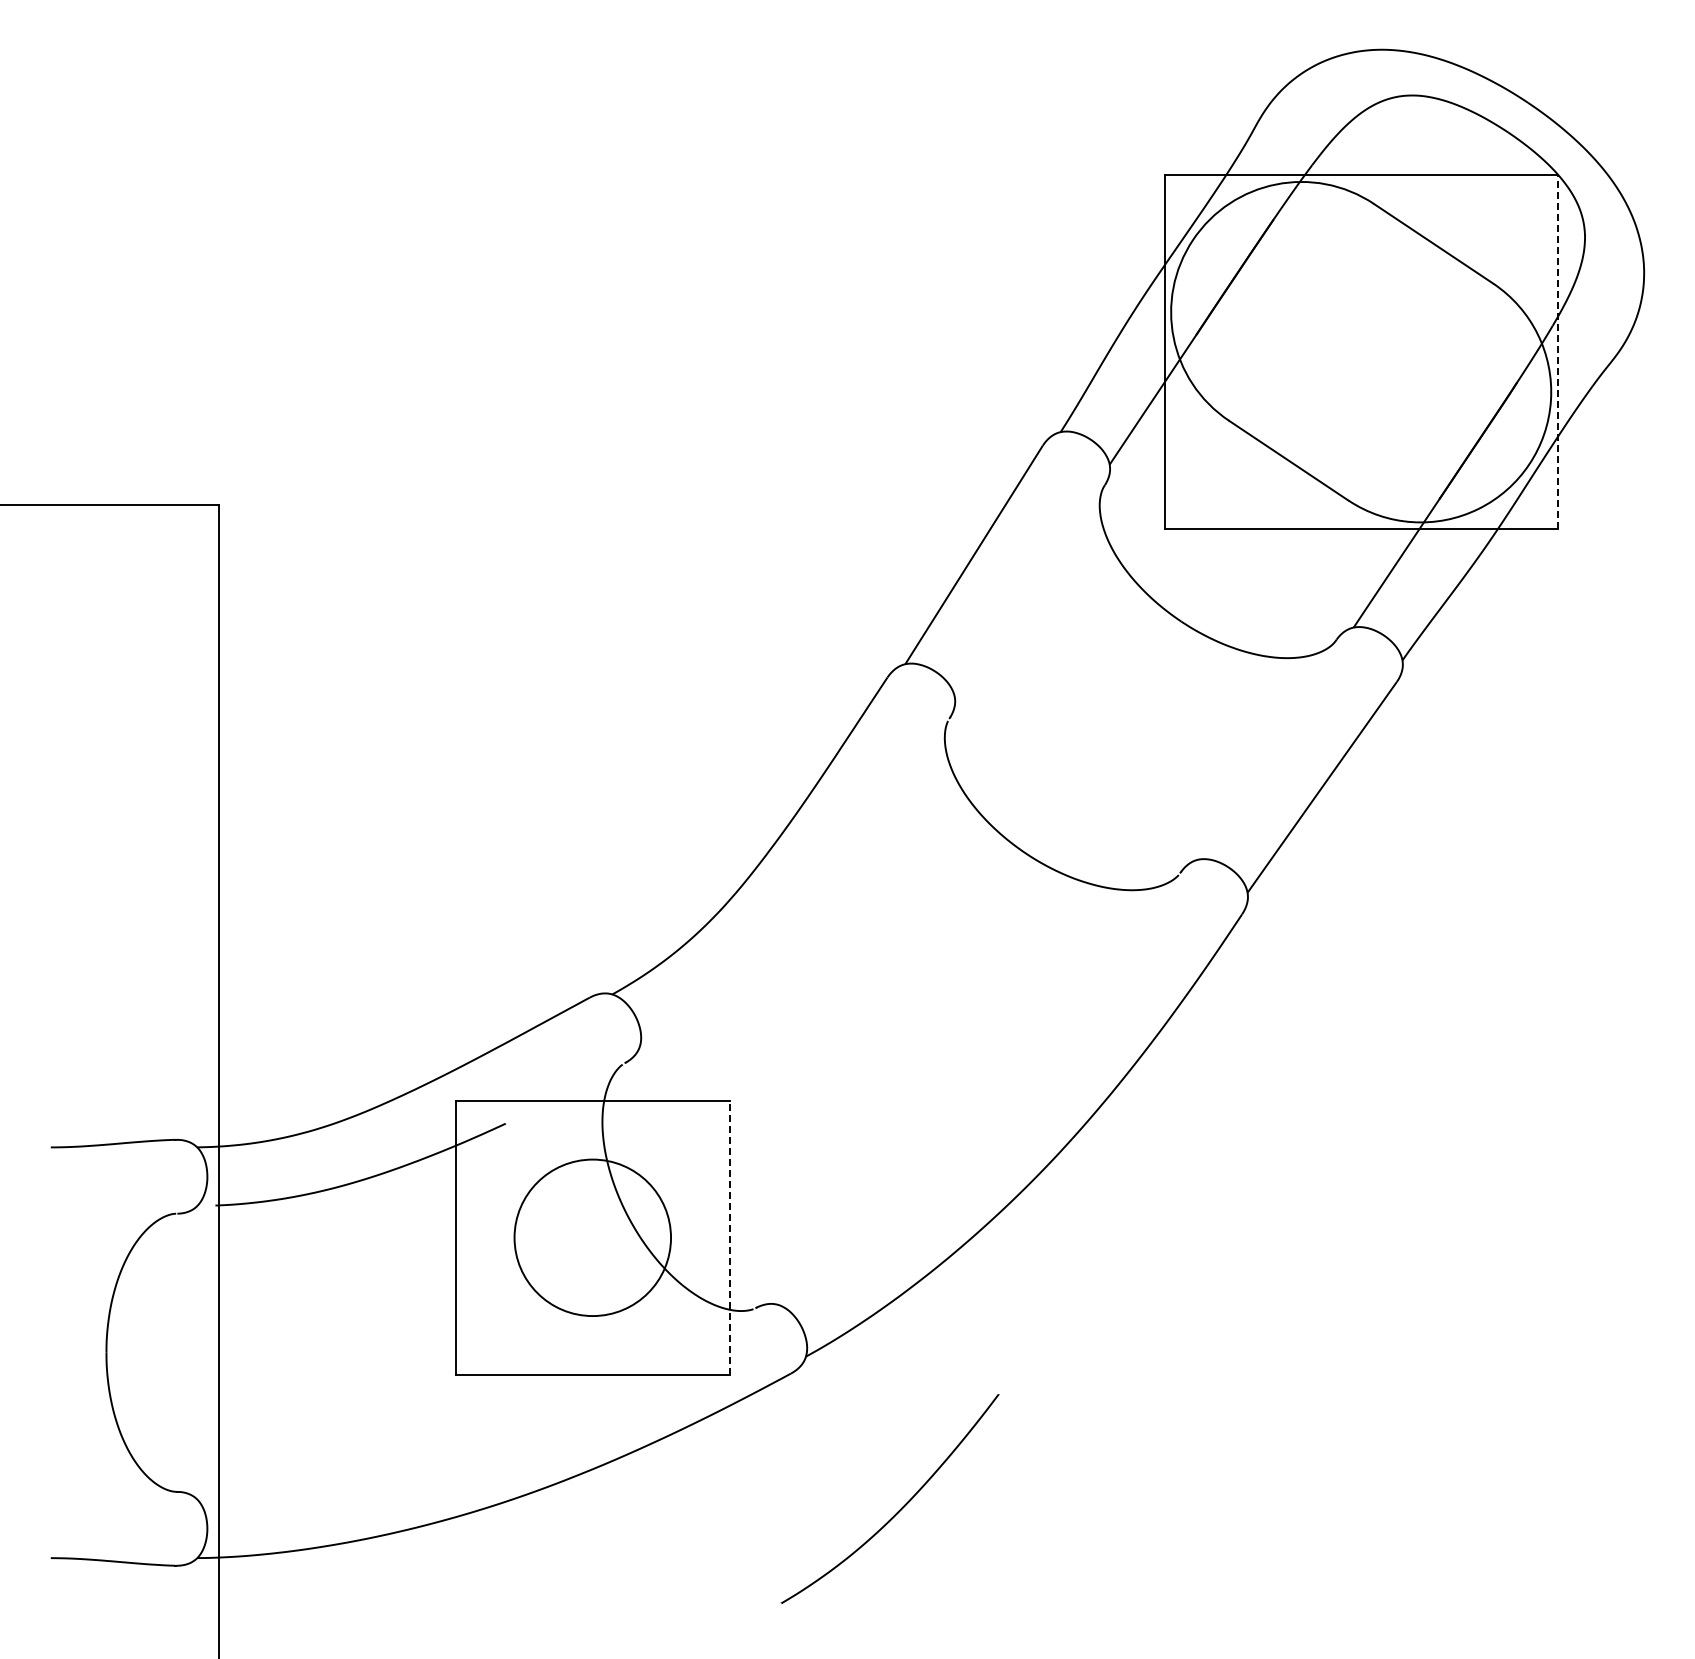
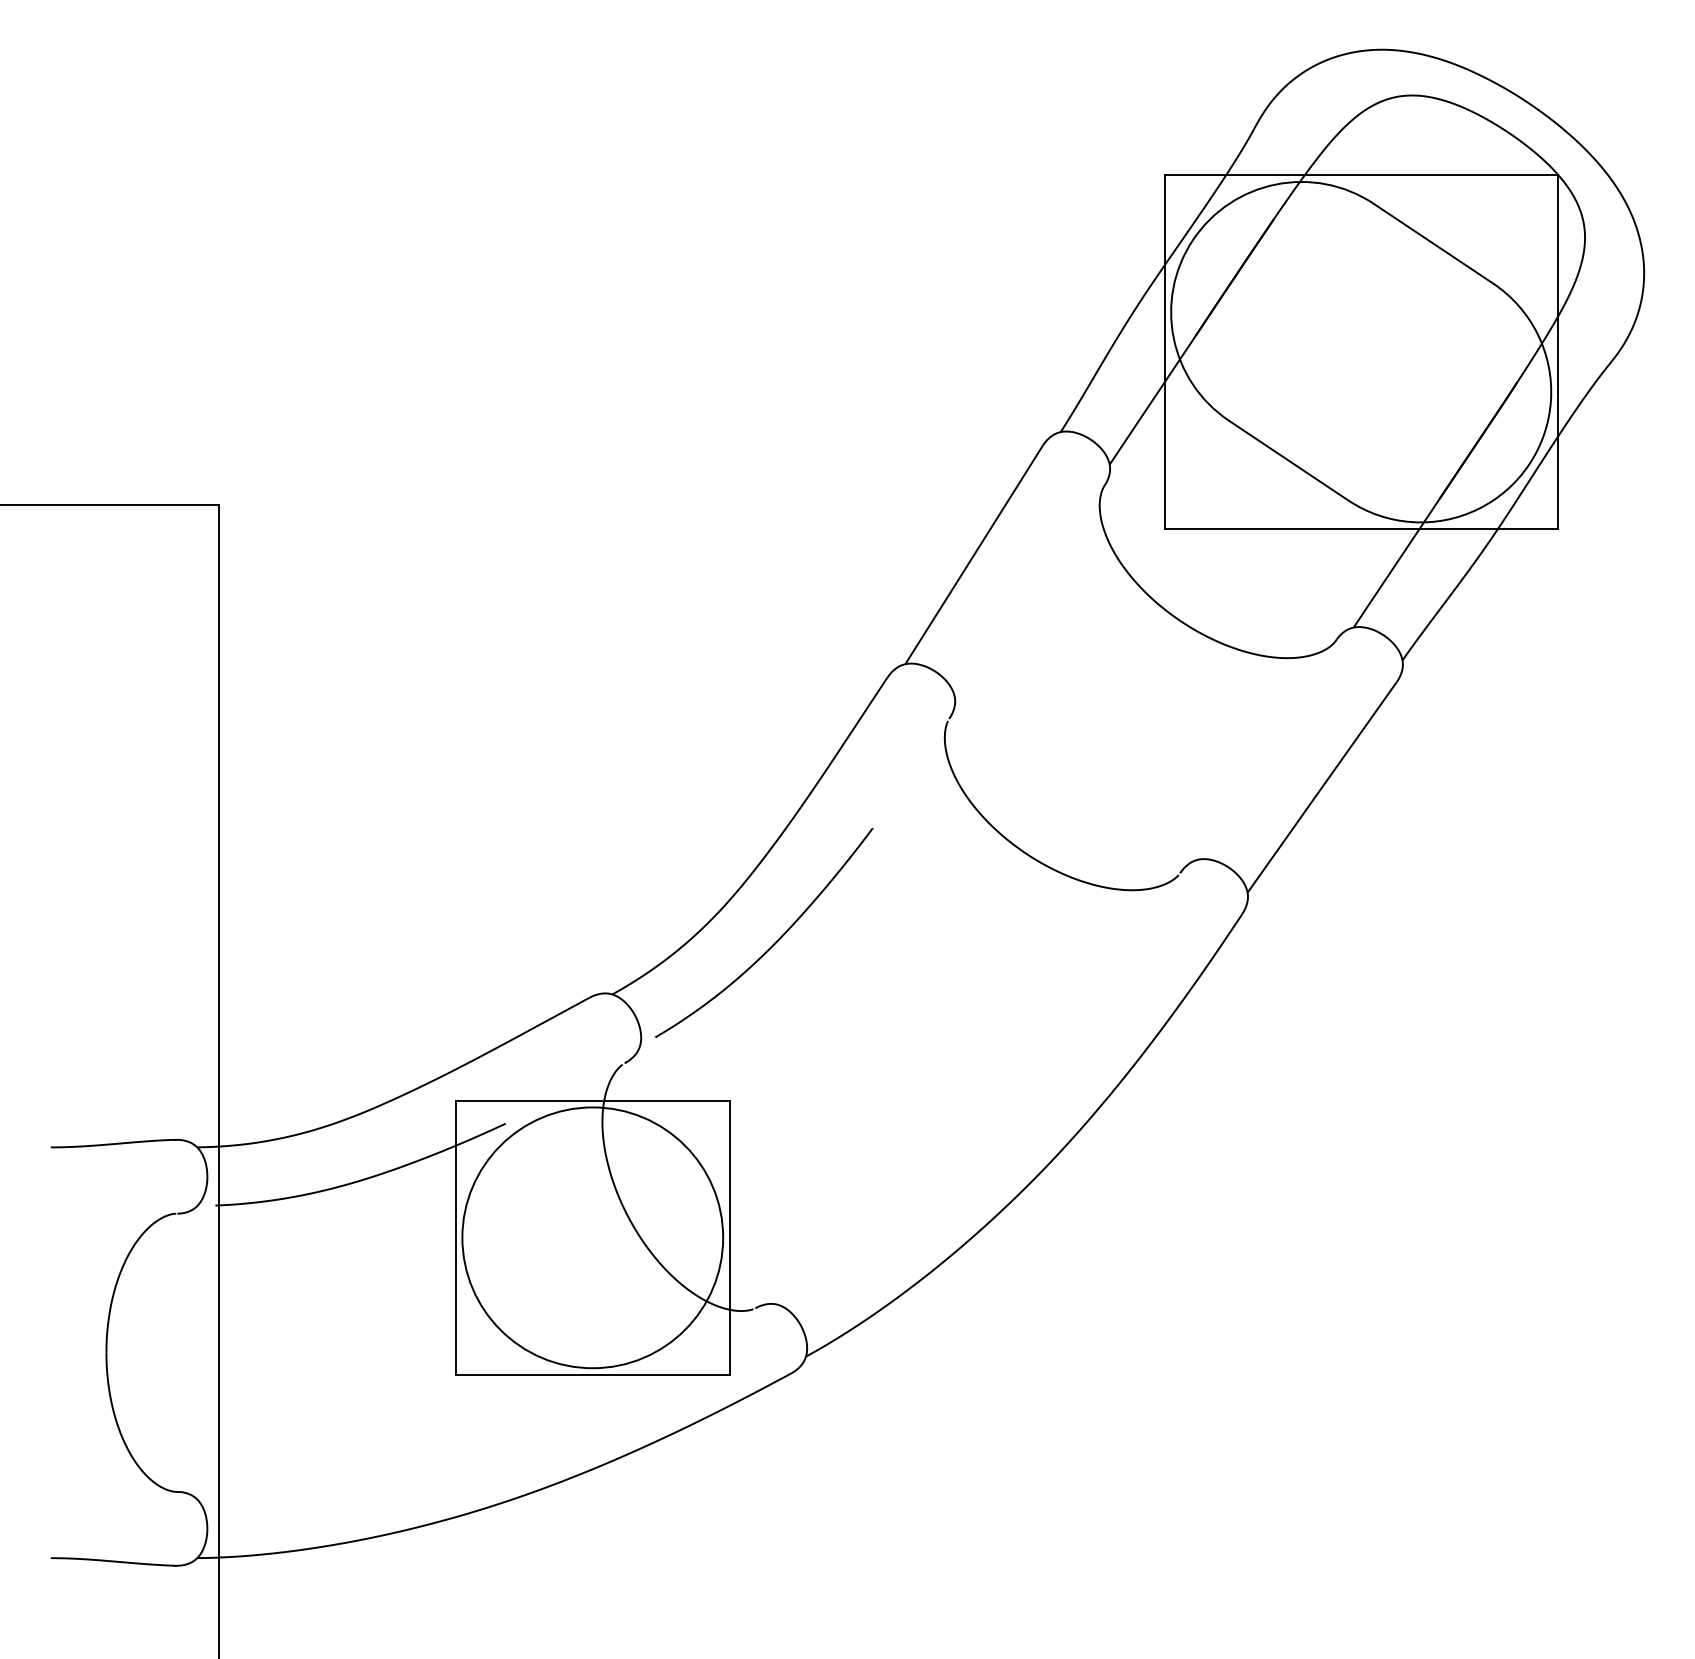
line at (1557, 352): dashed -> solid
circle at (592, 1237) diameter: 156 px -> 261 px
line at (729, 1237): dashed -> solid
curve at (900, 1508) position: (900, 1508) -> (774, 942)
